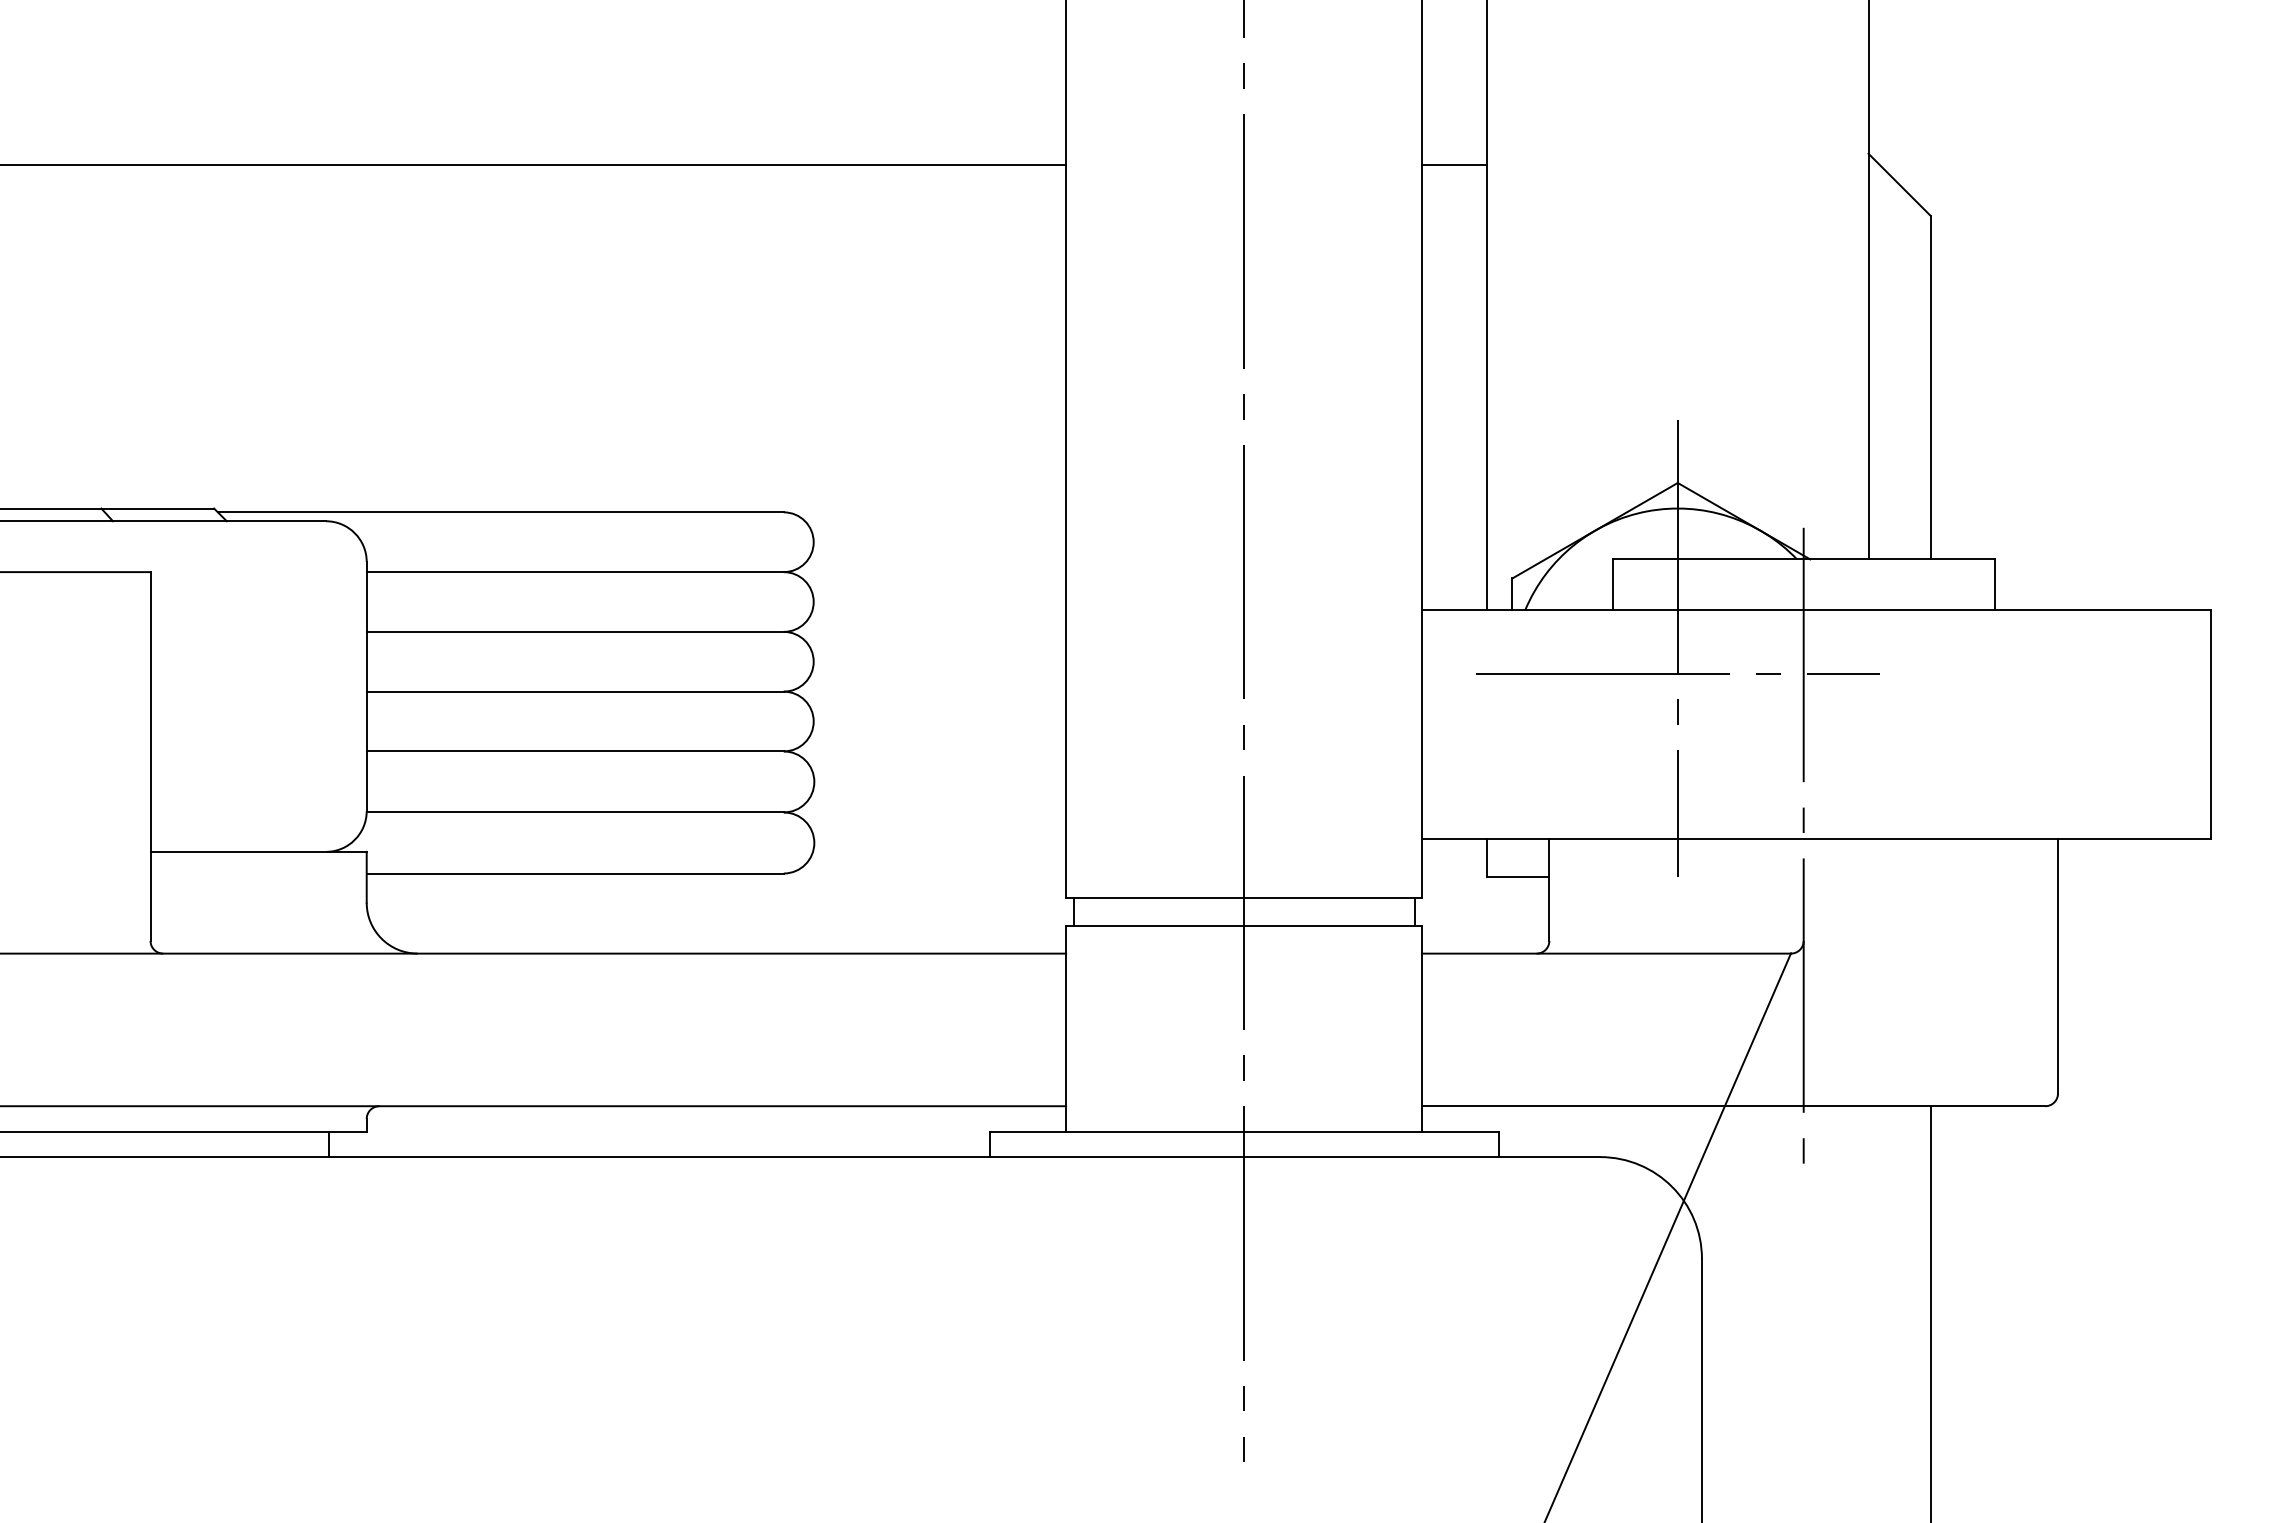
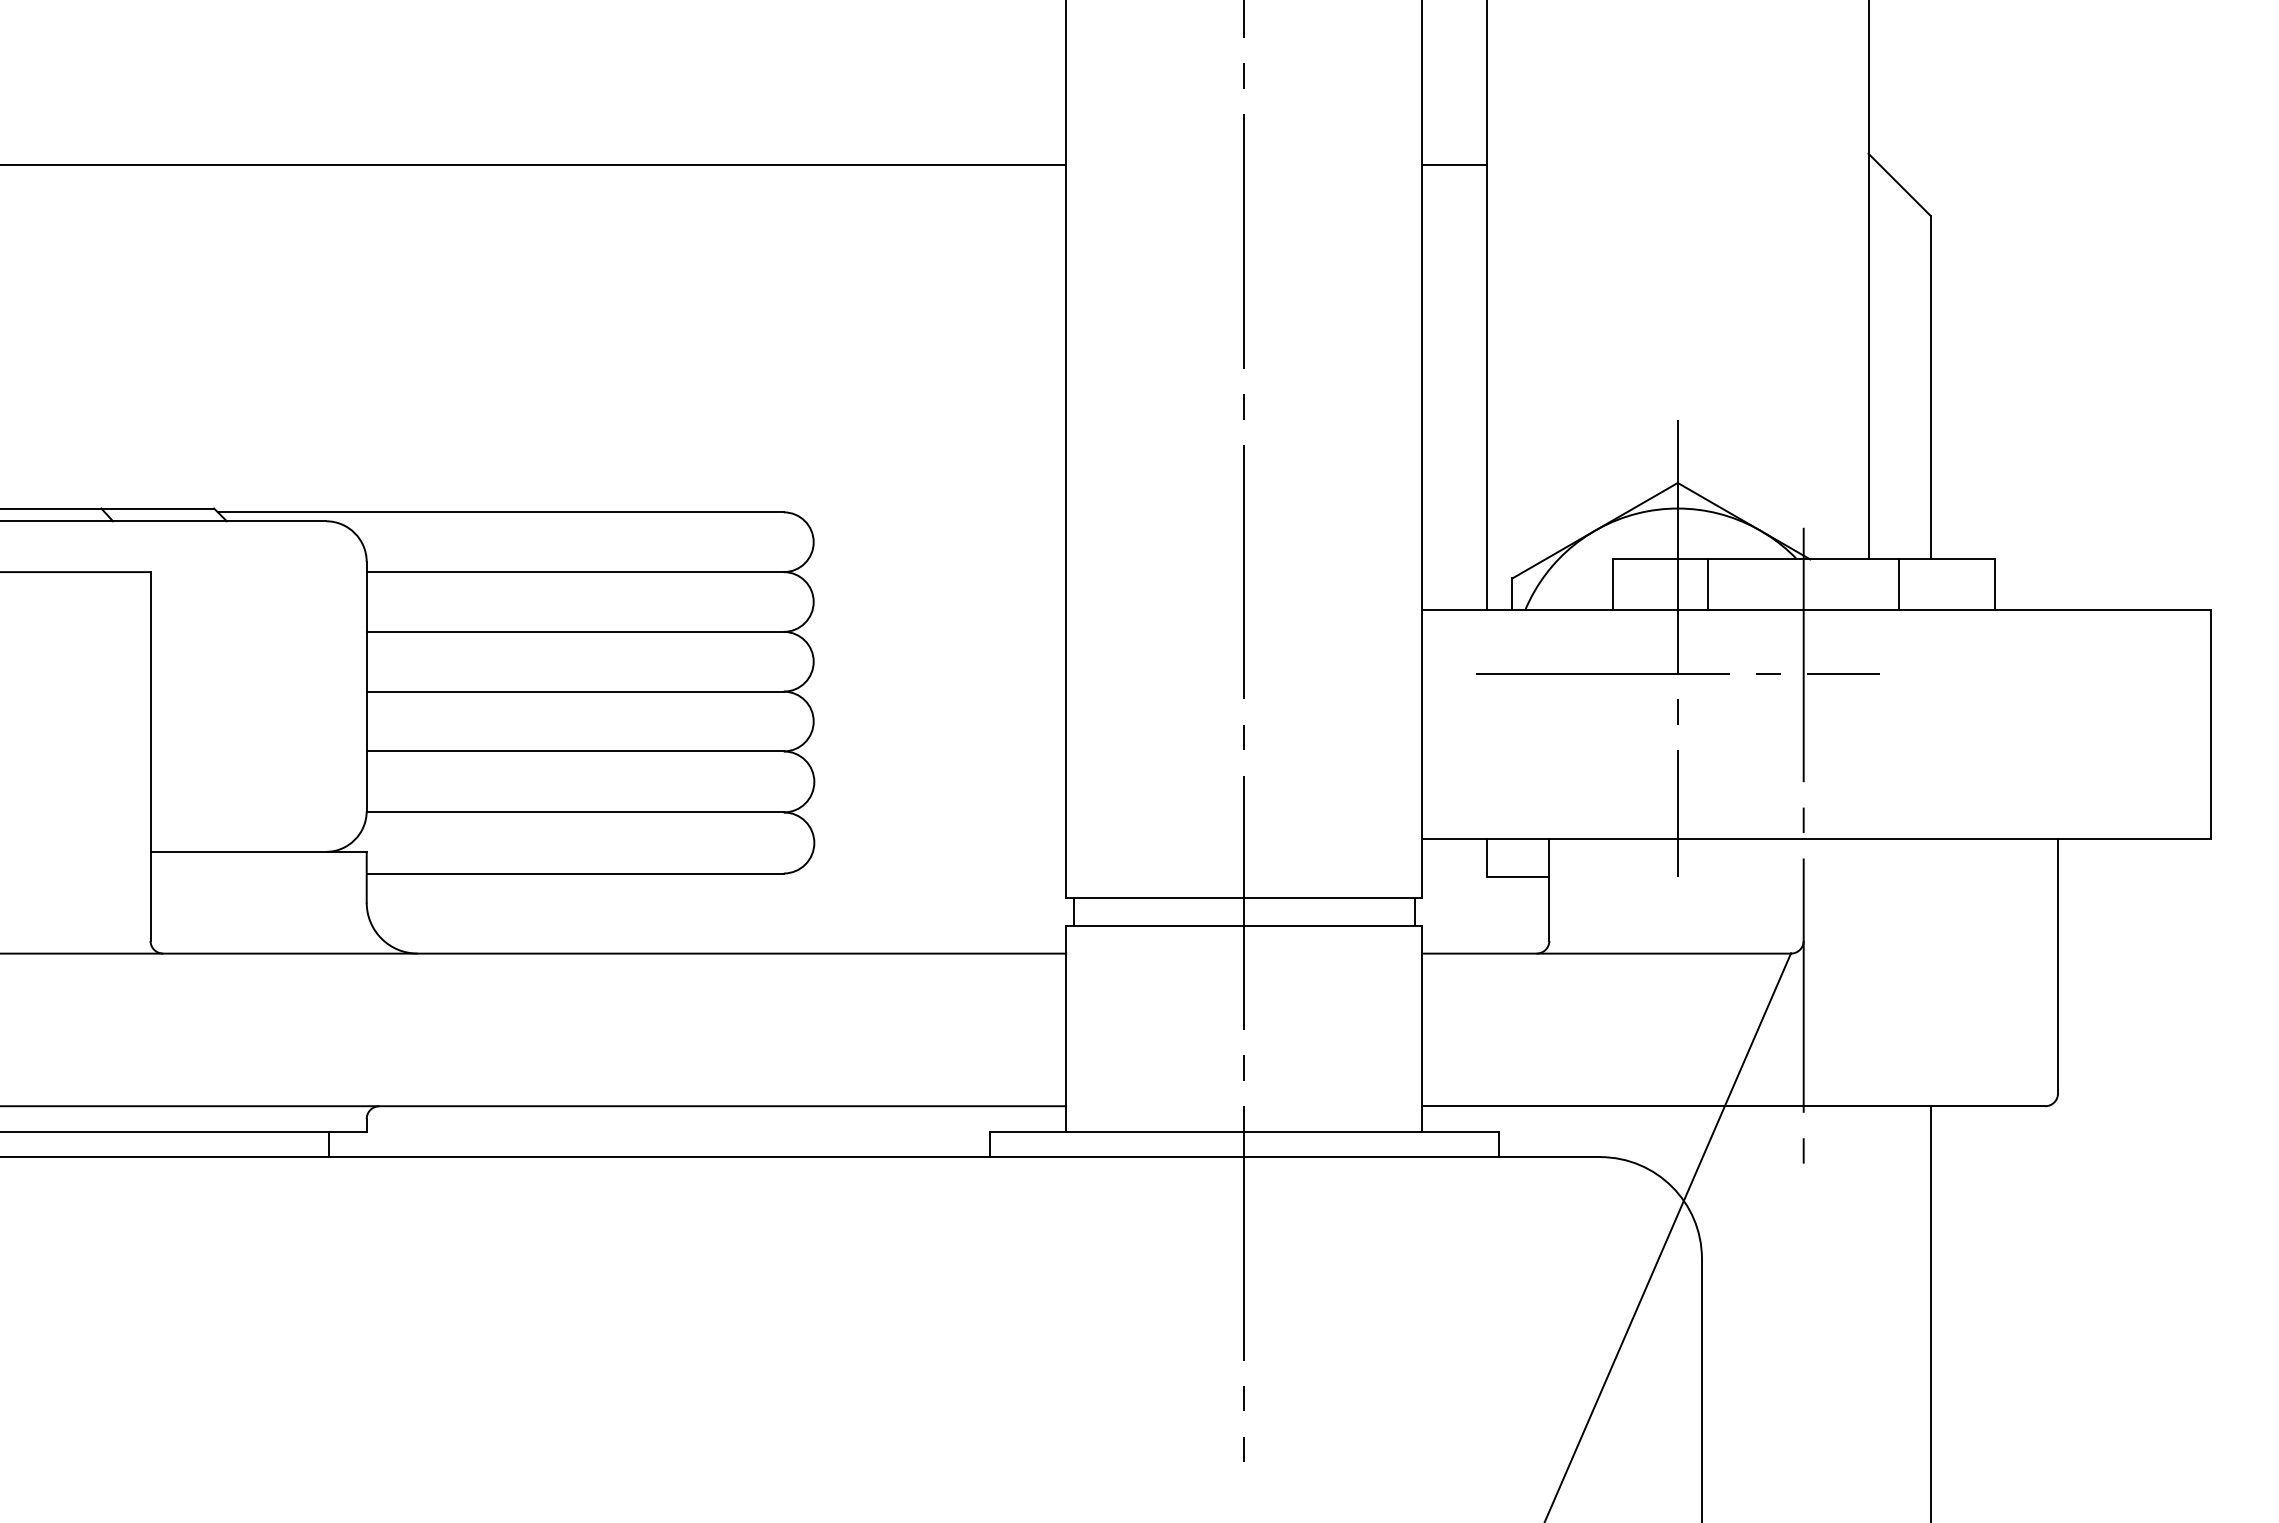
line at (1708, 584): none -> present
line at (1899, 584): none -> present
